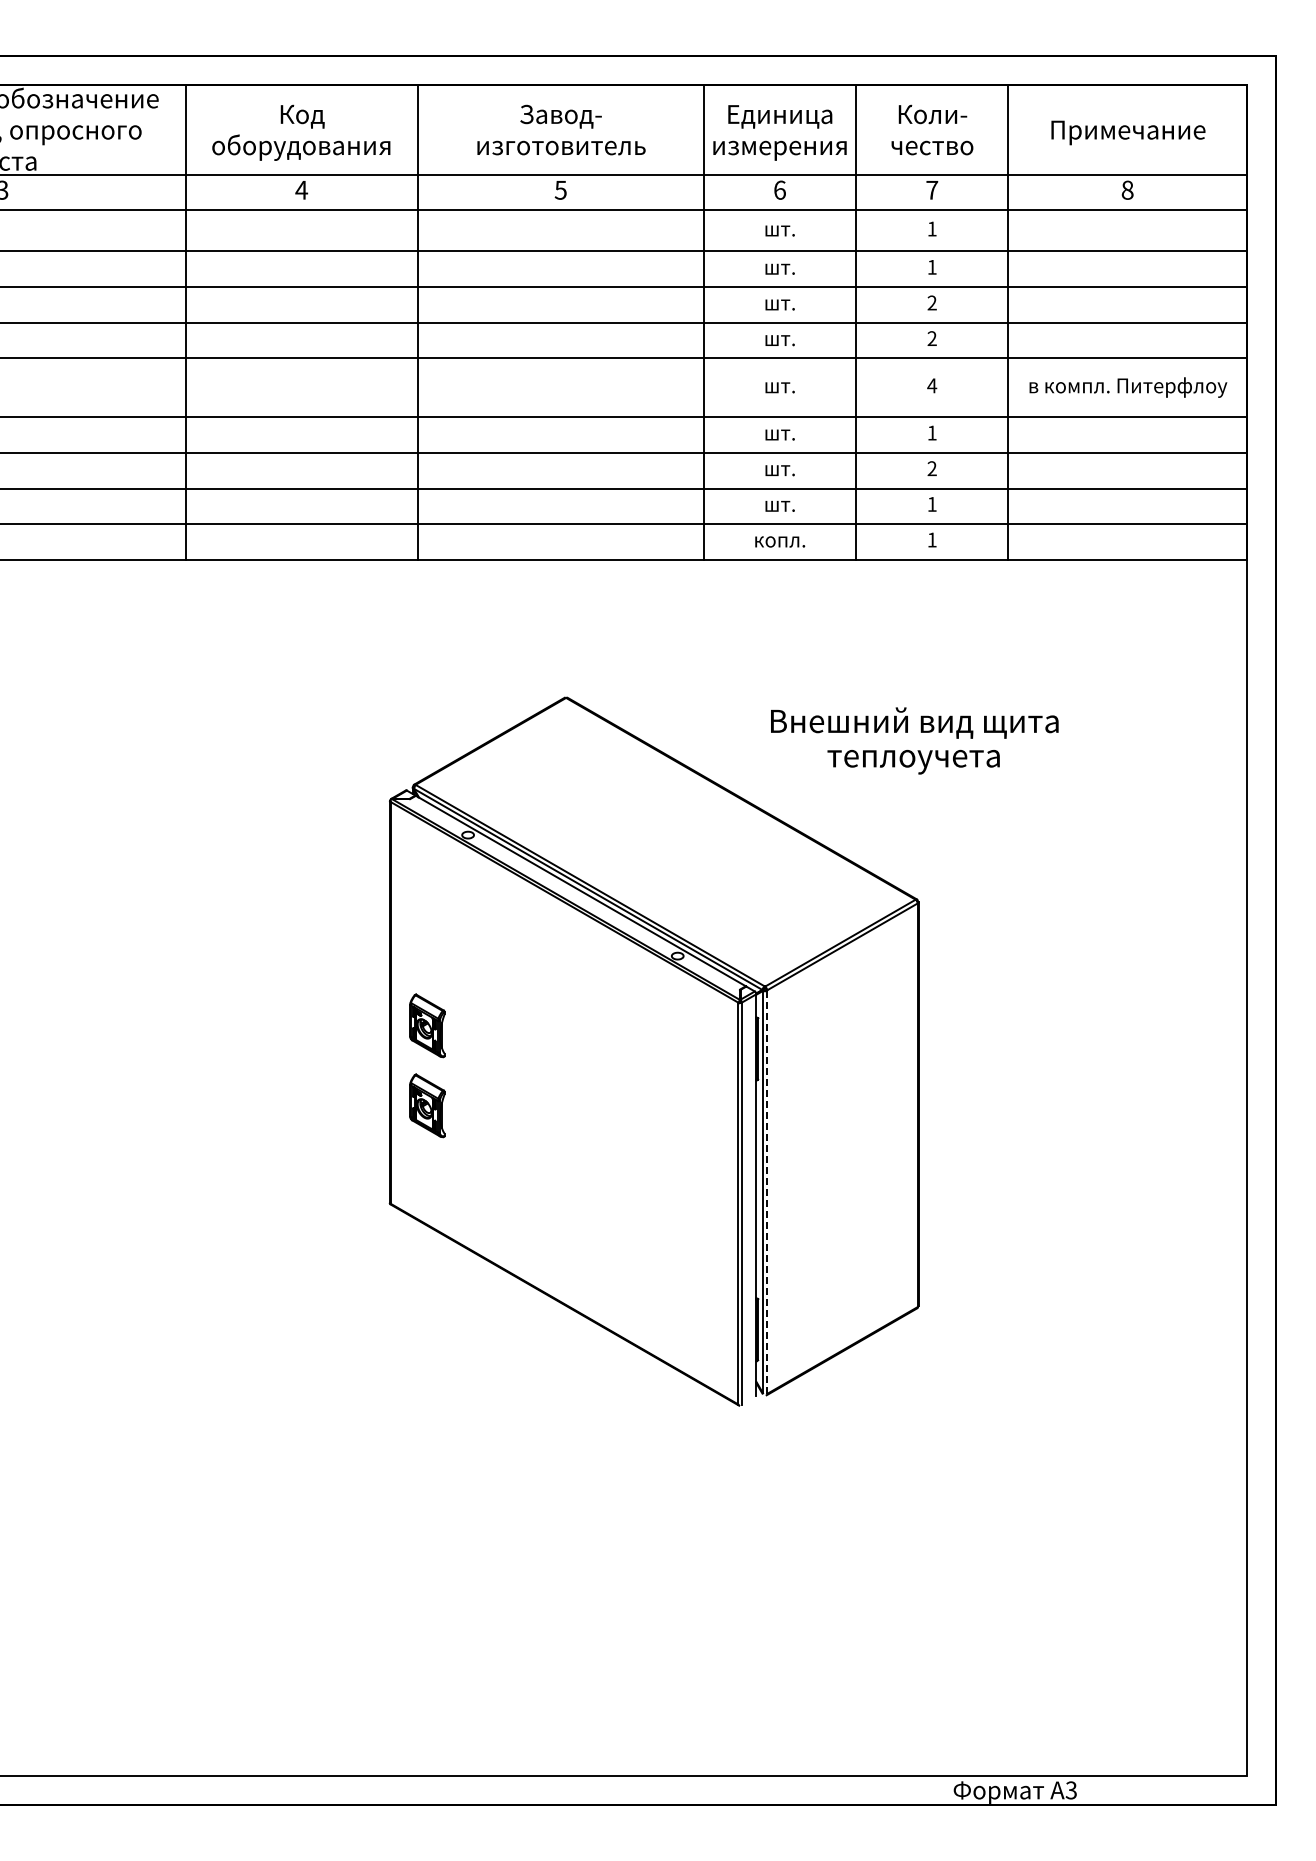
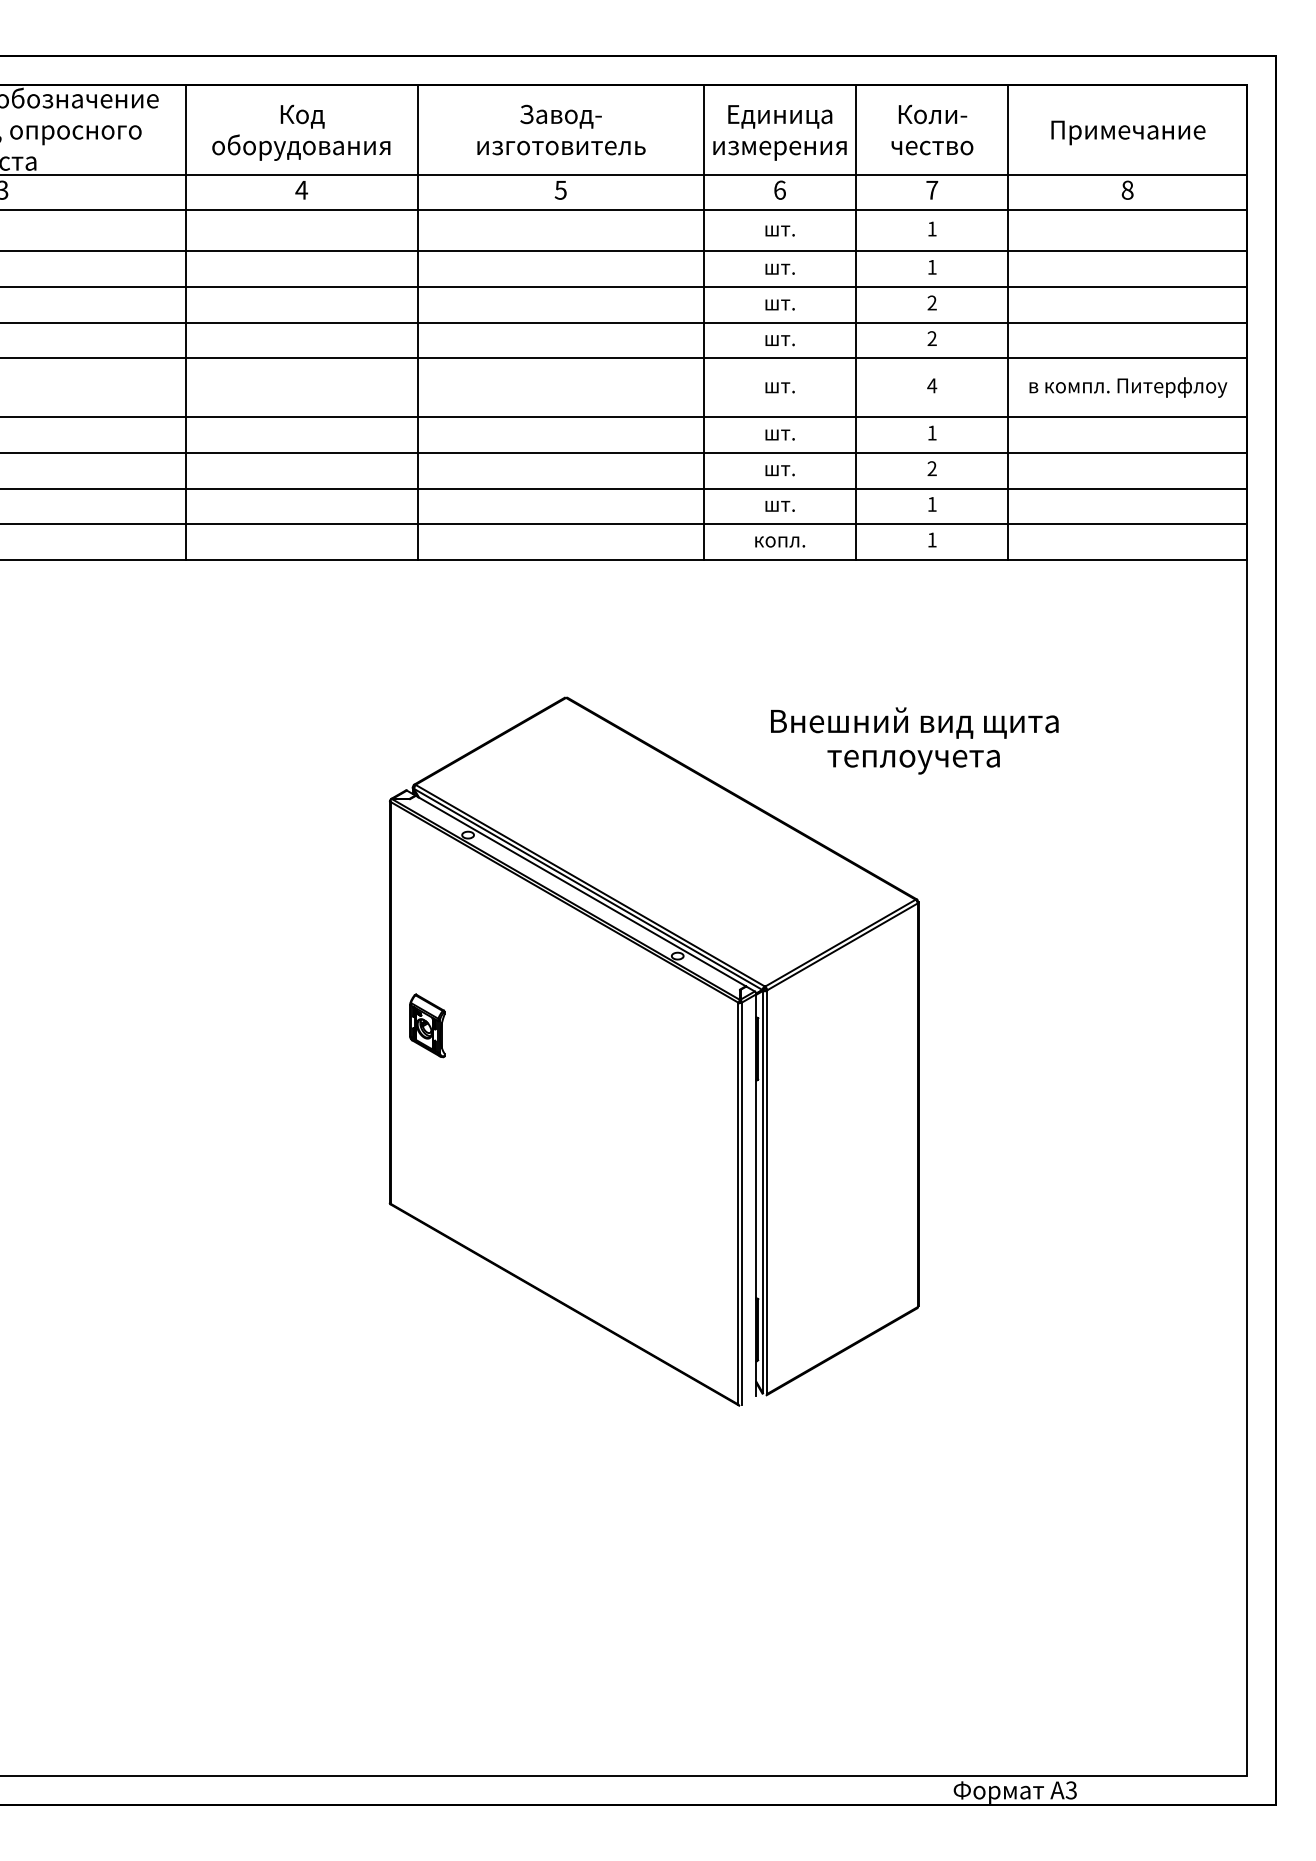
part at (427, 1105): present -> none
line at (767, 1192): dashed -> solid
